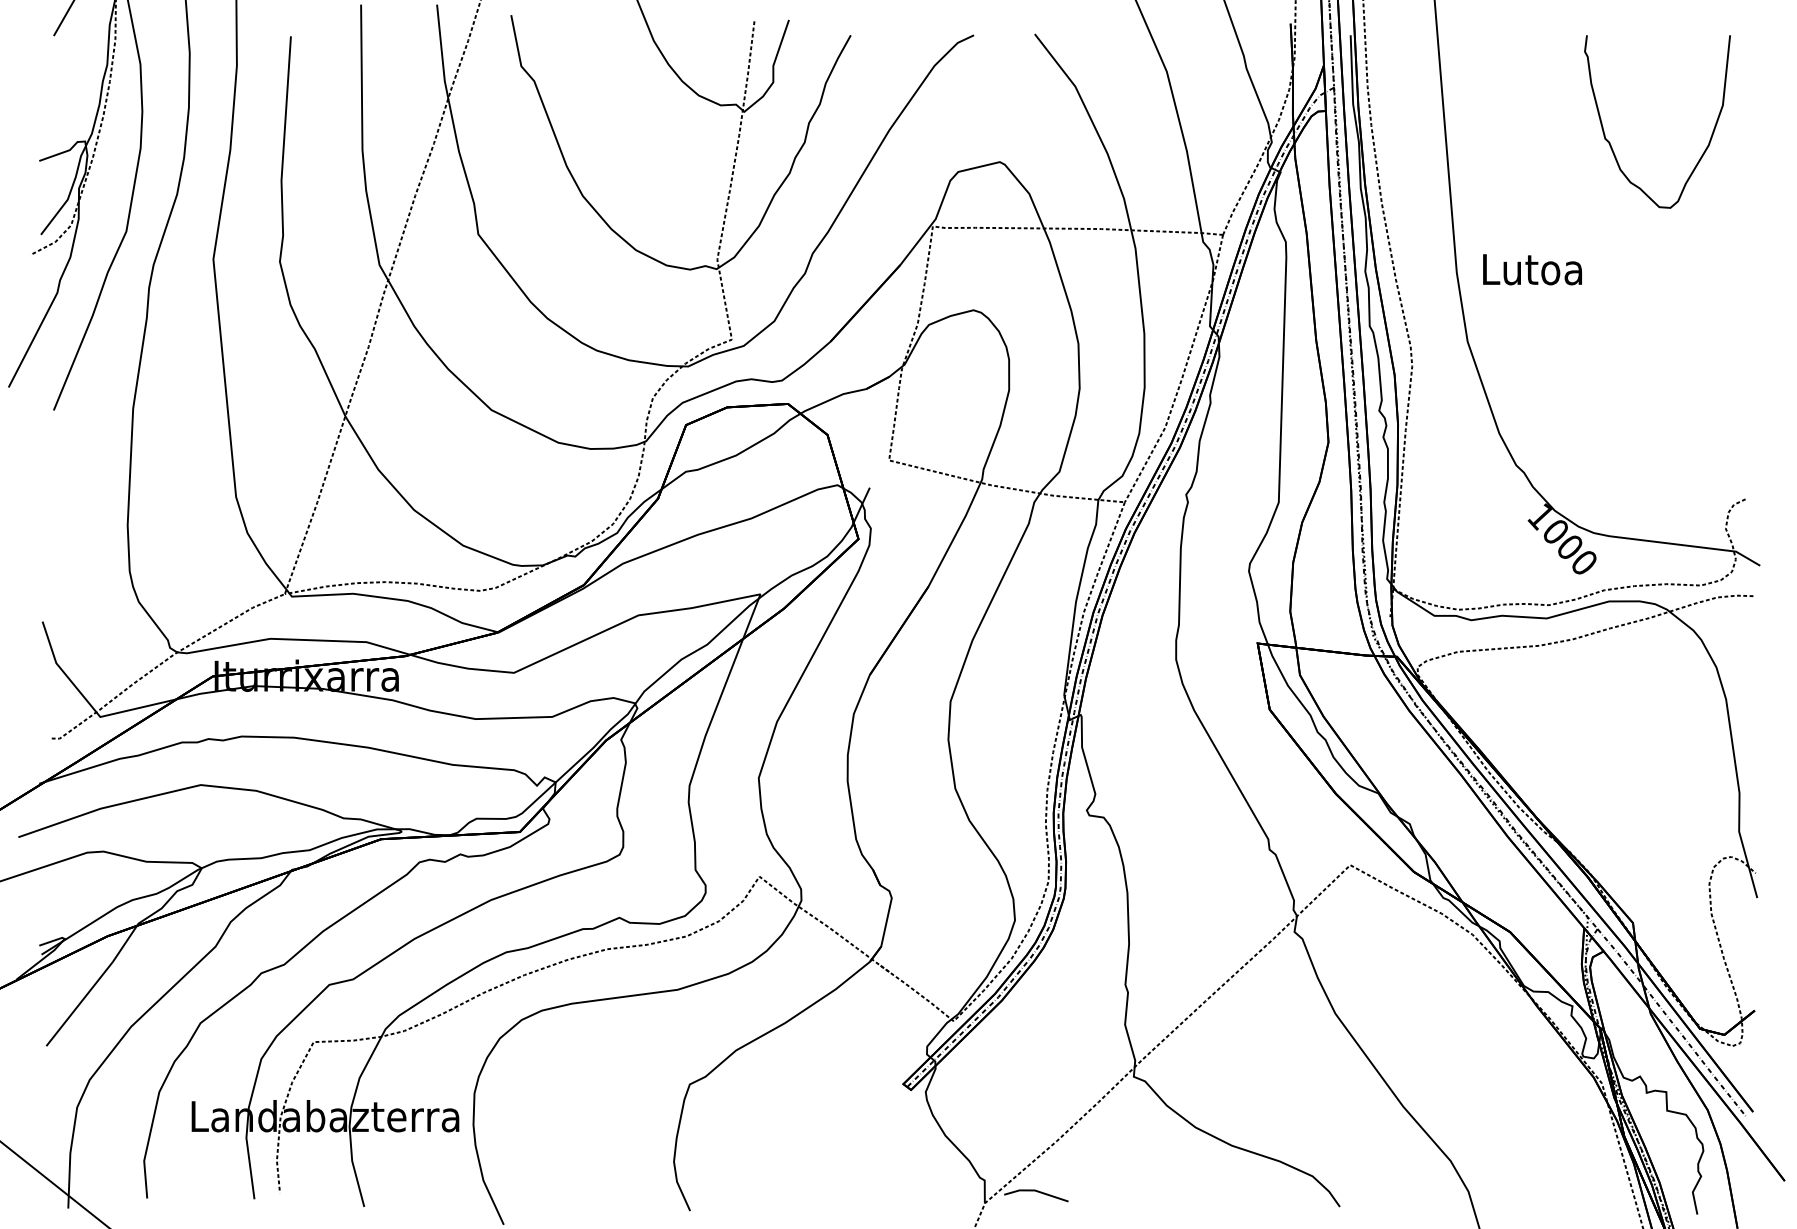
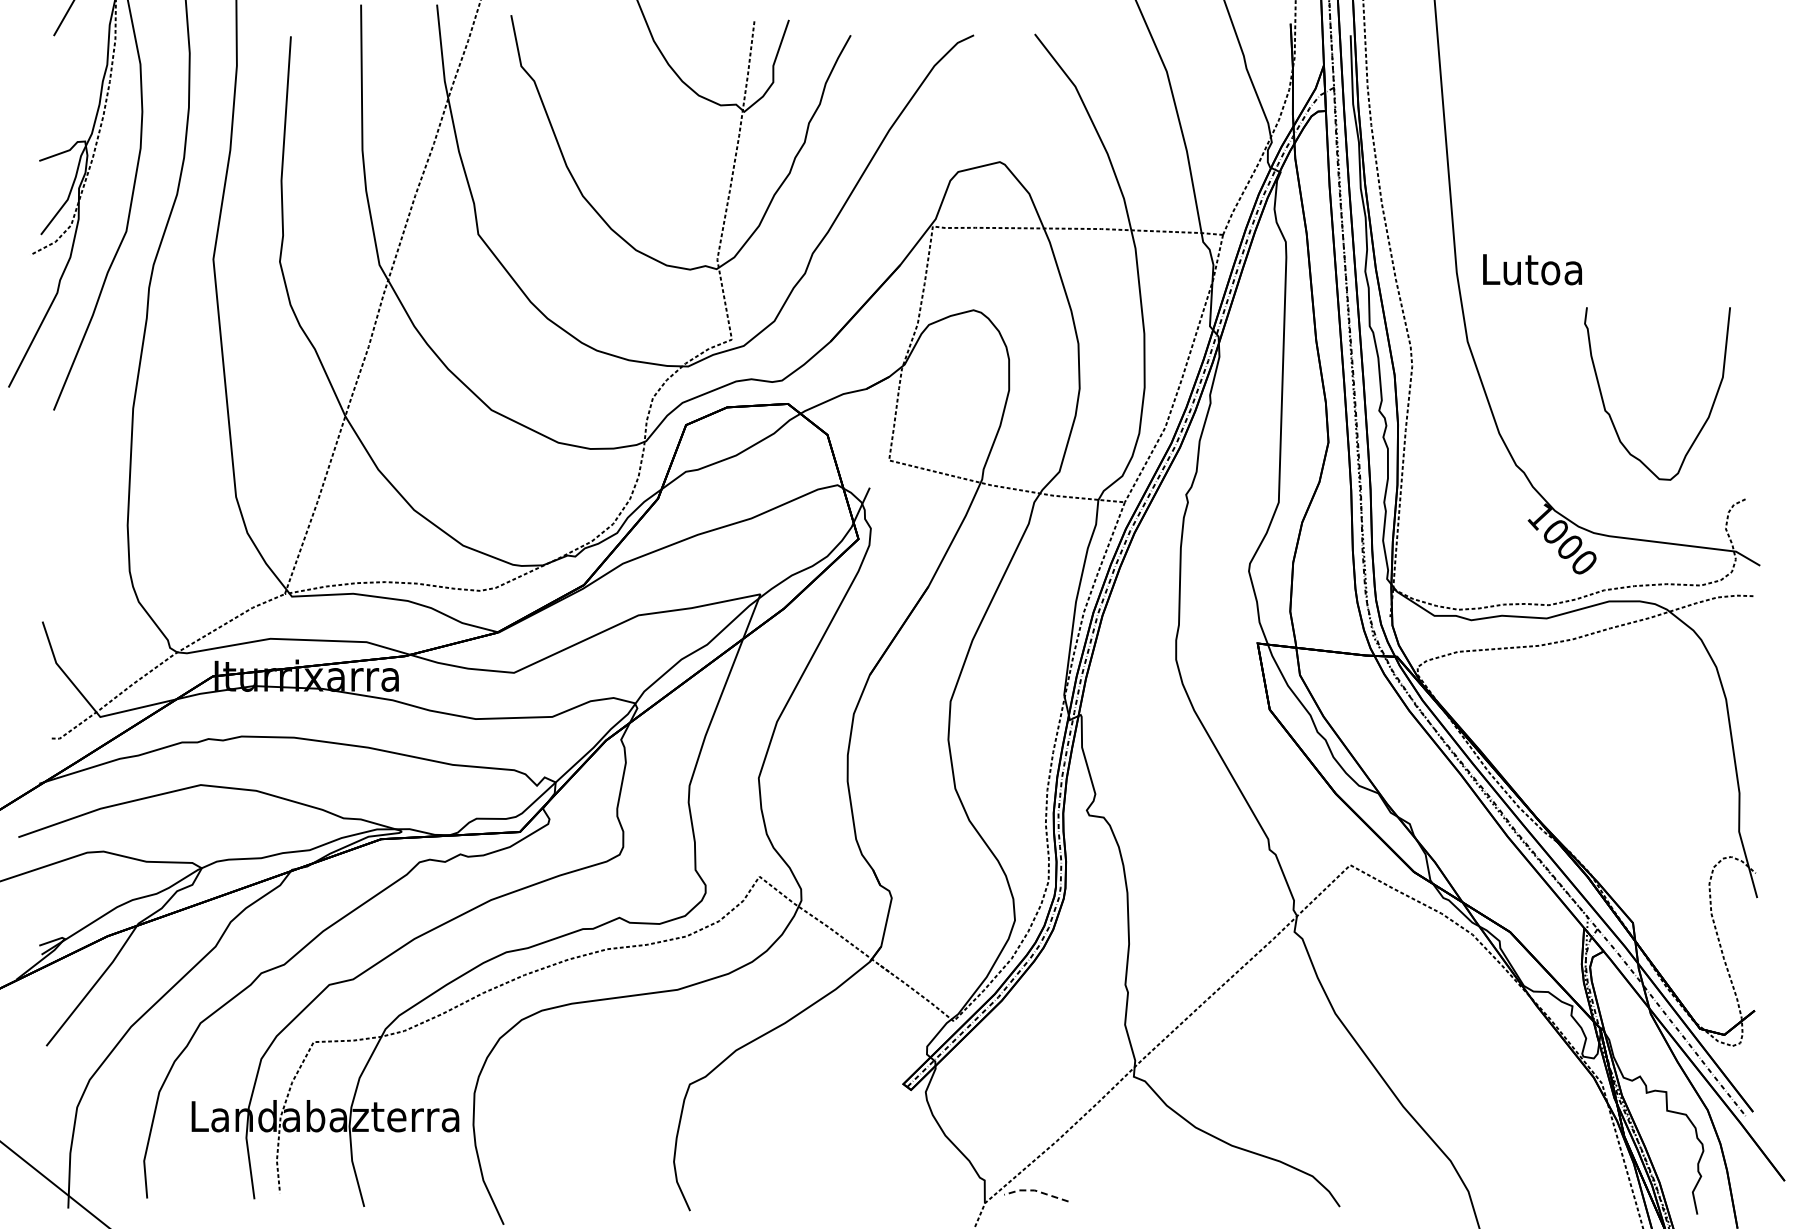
curve at (1610, 142) position: (1610, 142) -> (1610, 414)
line at (1035, 1190): solid -> dashed
